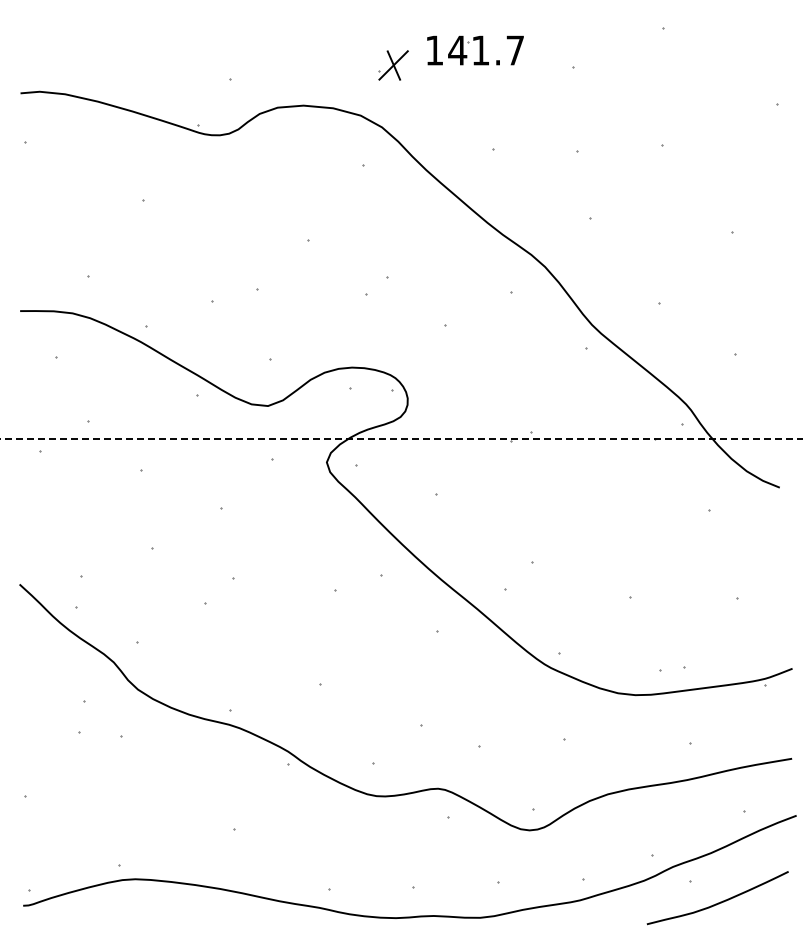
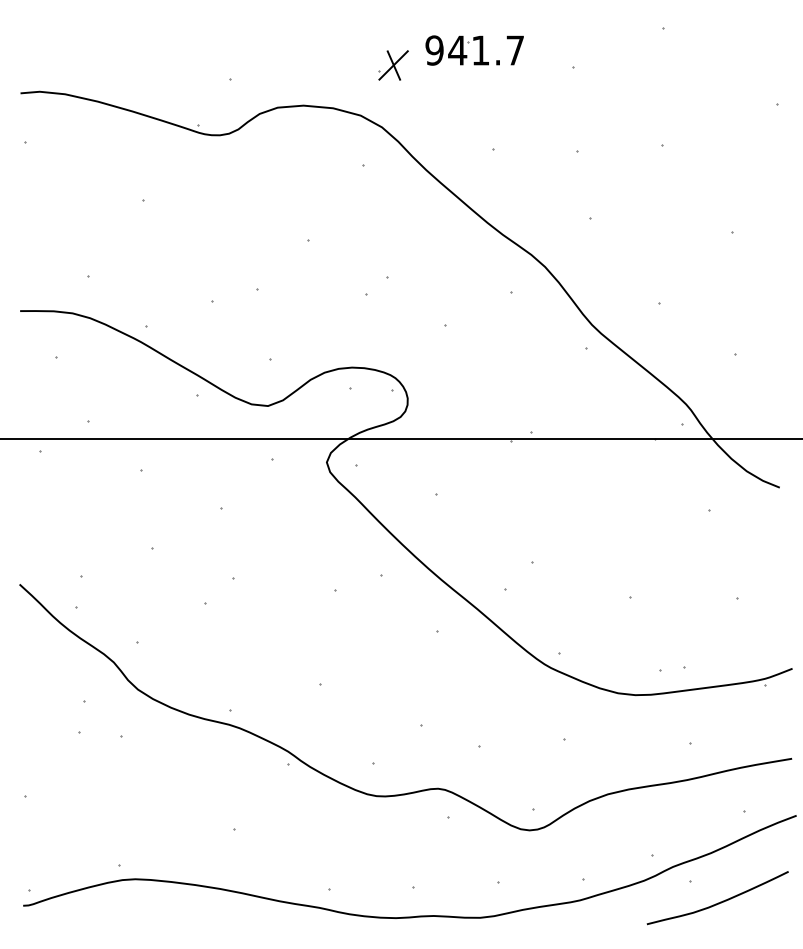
text at (434, 50): 141.7 -> 941.7
line at (401, 438): dashed -> solid
